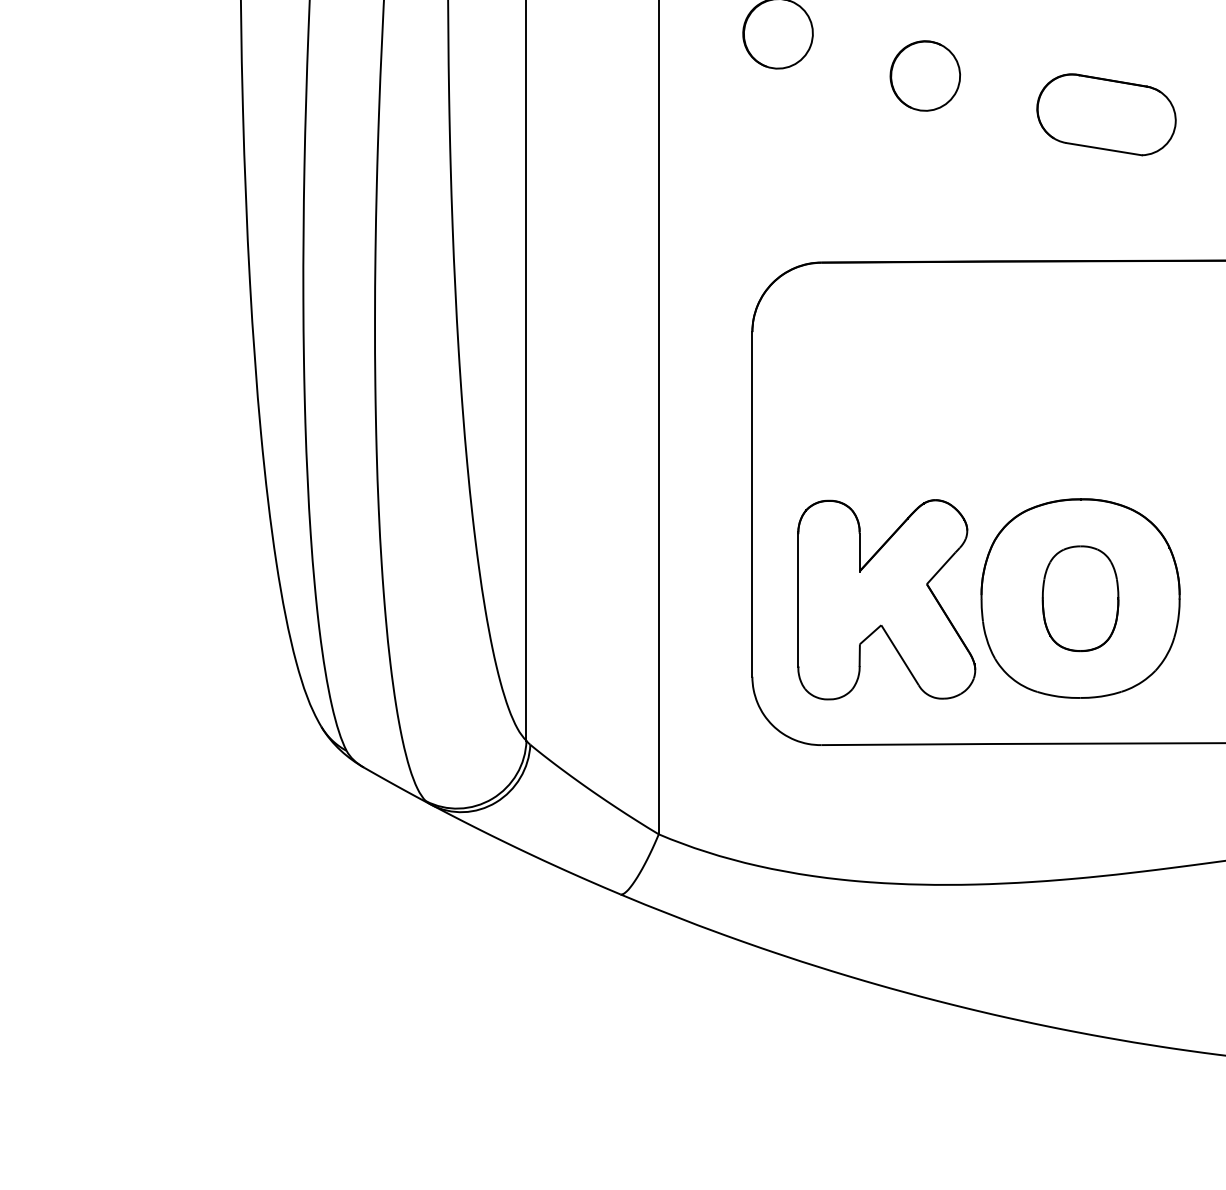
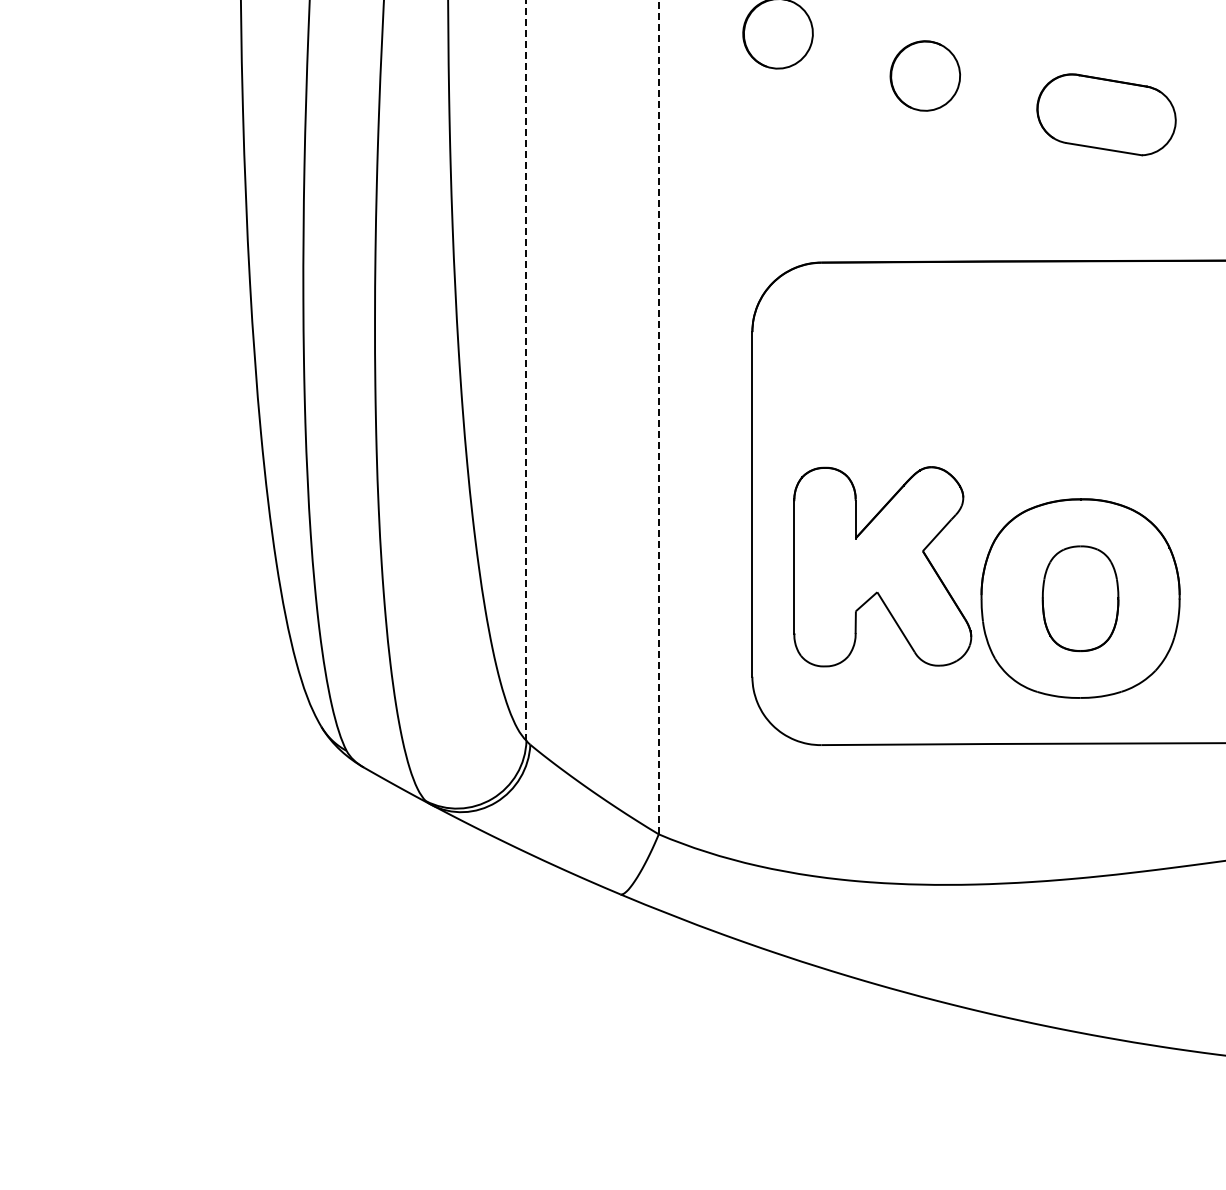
line at (526, 369): solid -> dashed
line at (658, 417): solid -> dashed
part at (886, 599) position: (886, 599) -> (882, 566)
